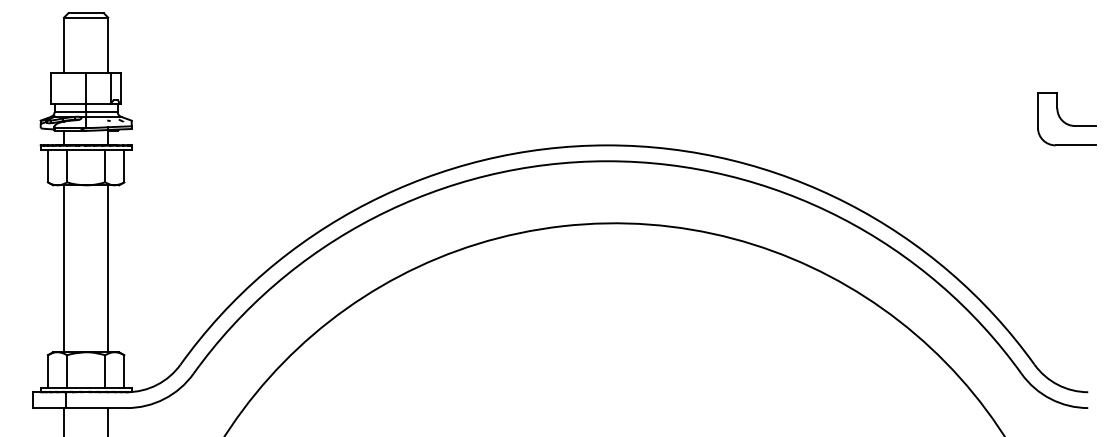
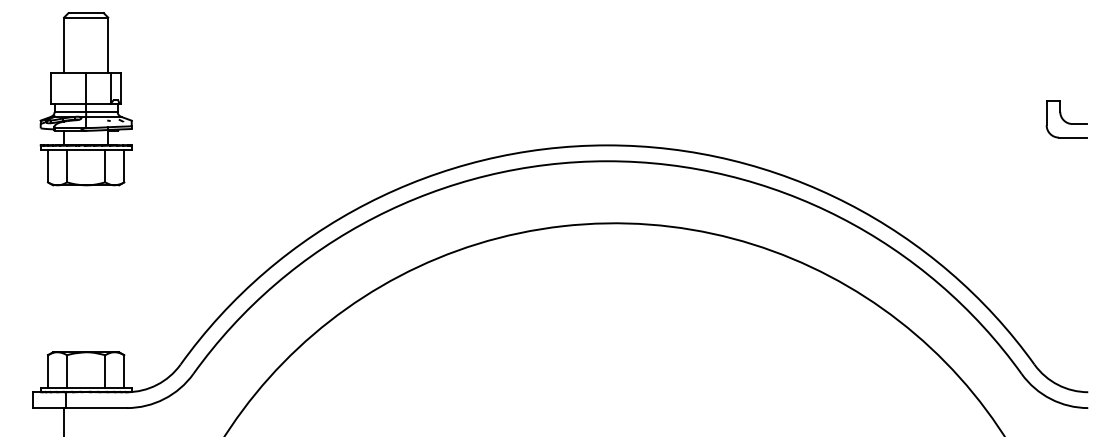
part at (1066, 119) size: 60x55 px -> 43x39 px
line at (64, 268): present -> none
line at (108, 268): present -> none
line at (108, 420): present -> none
